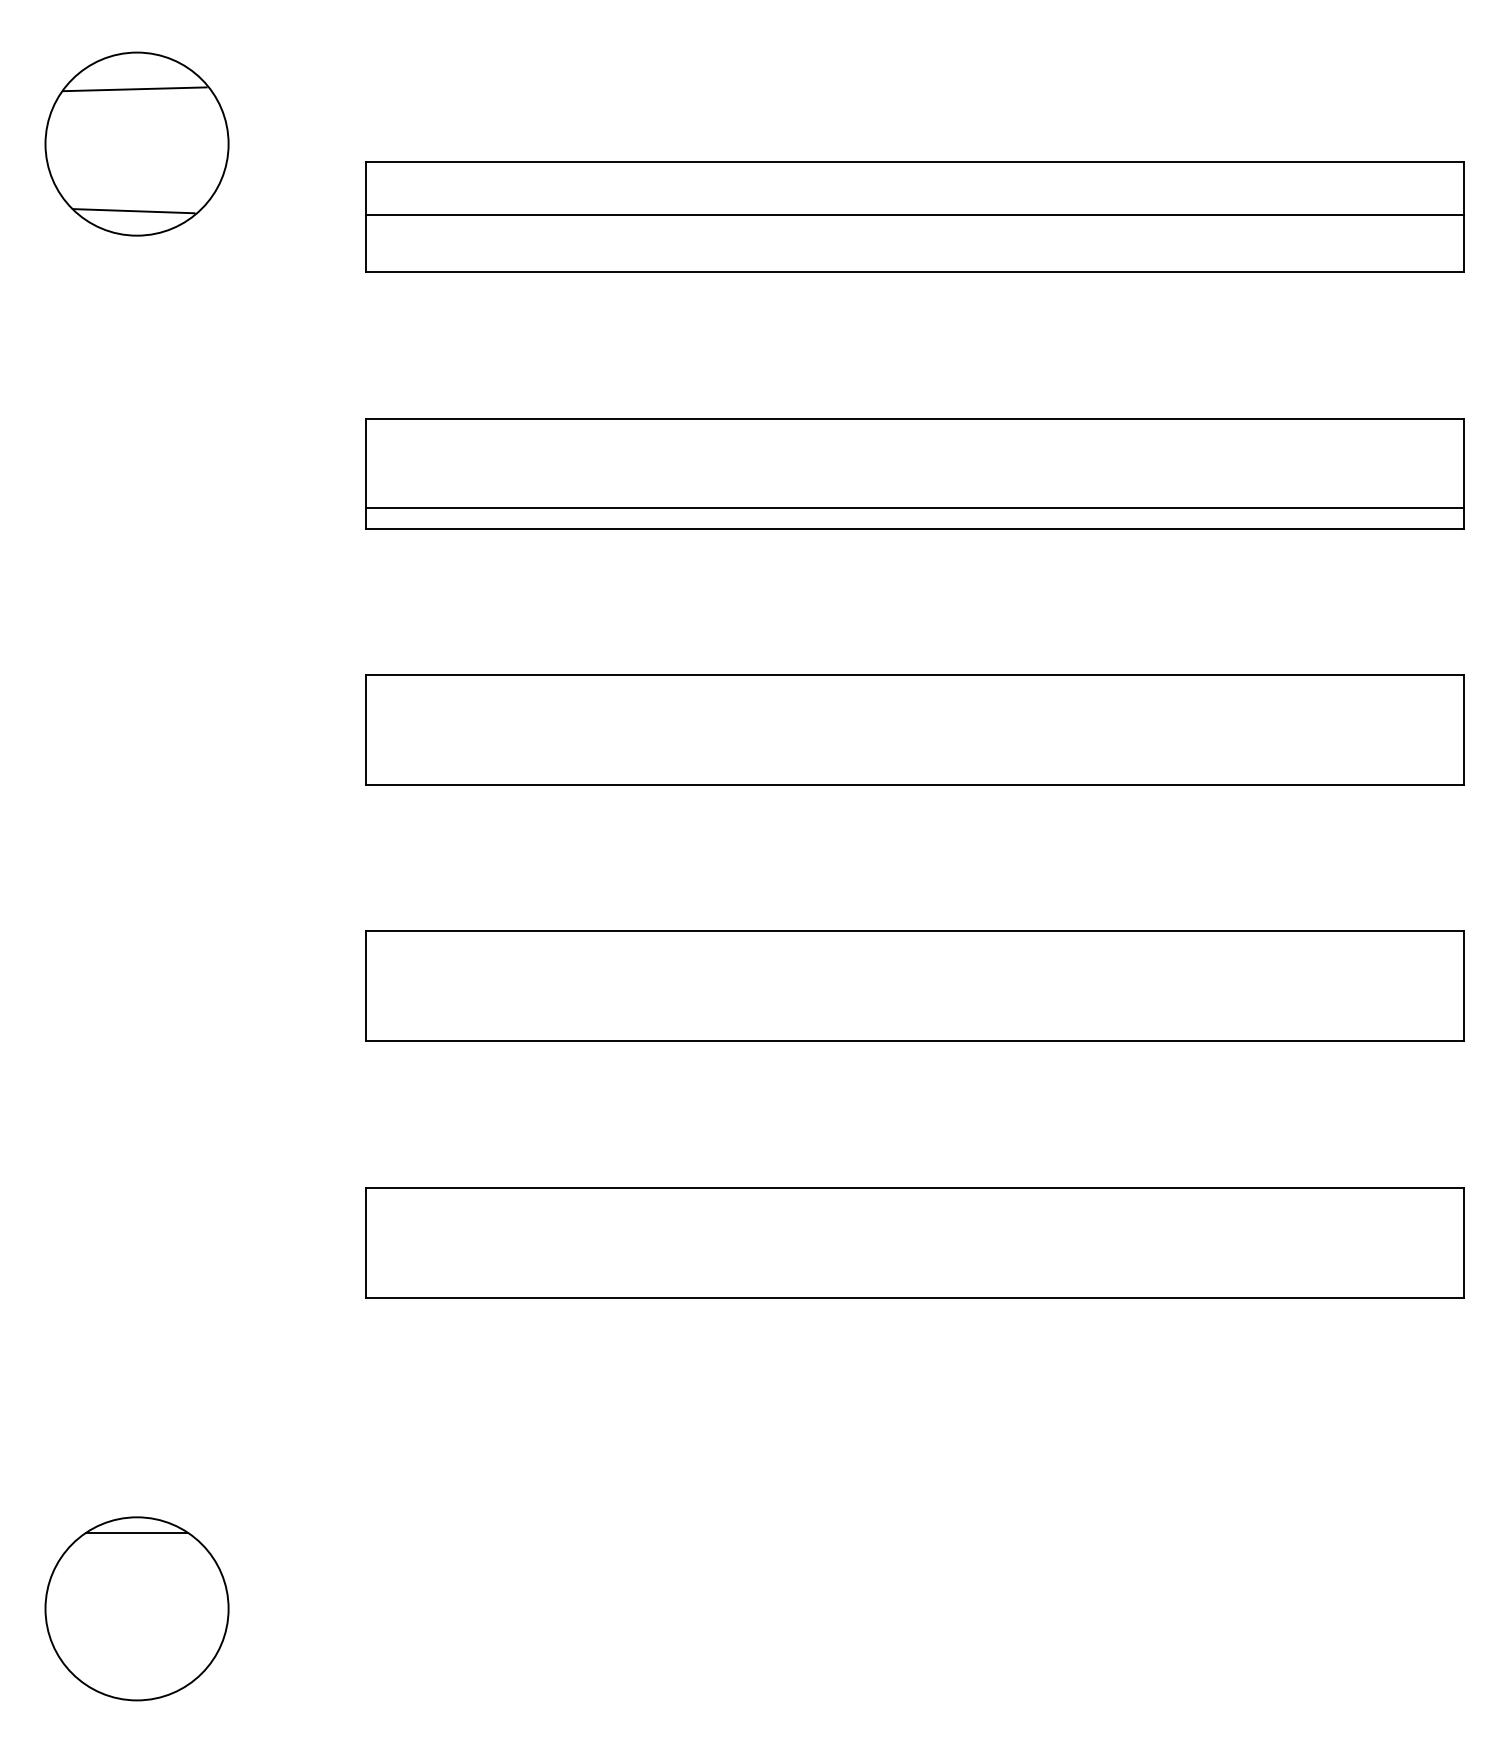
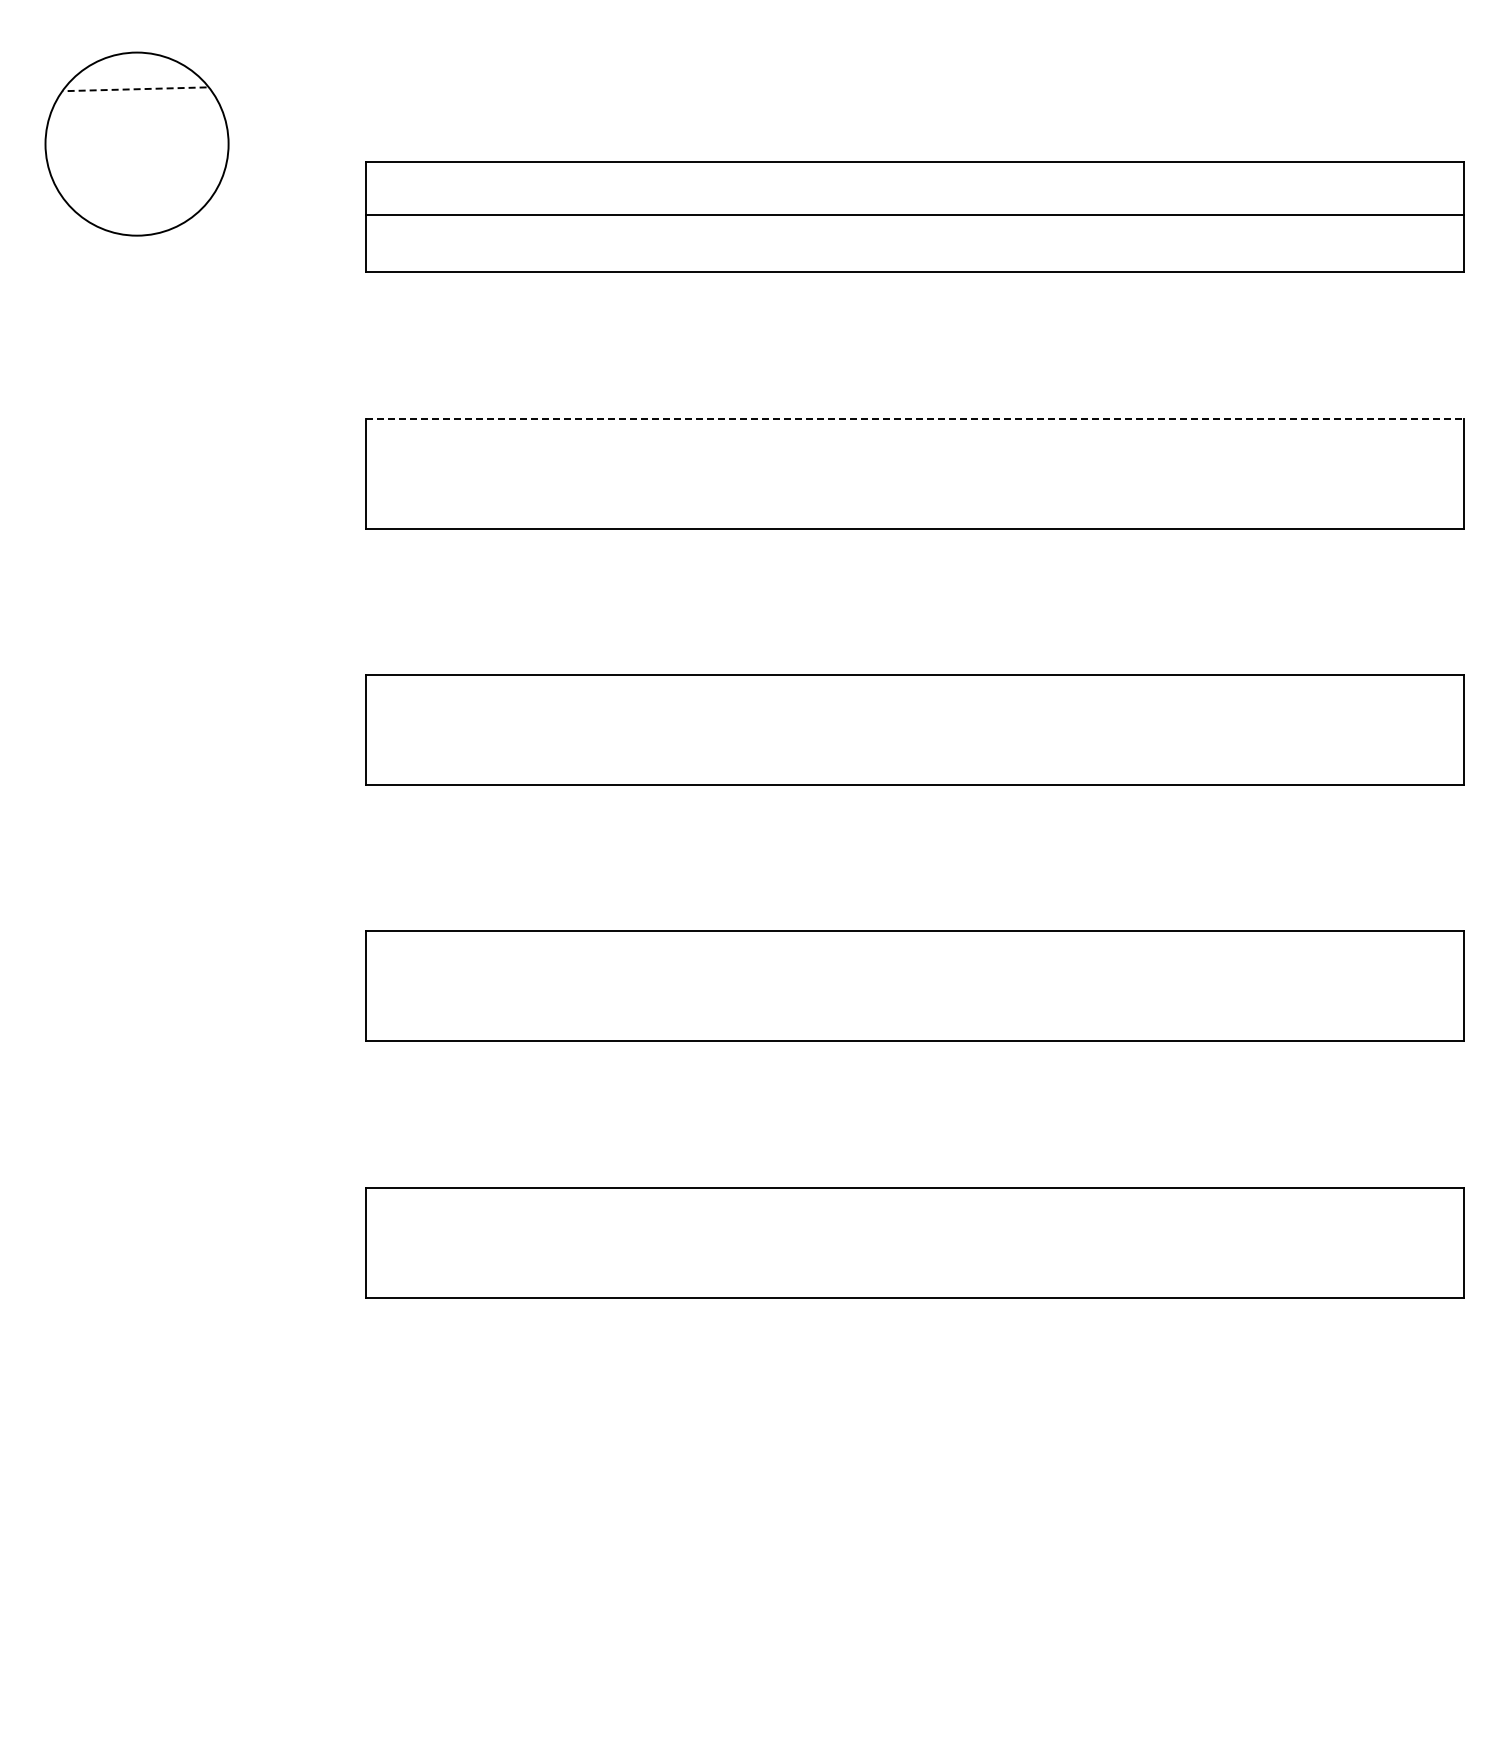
line at (134, 89): solid -> dashed
line at (133, 211): present -> none
line at (915, 418): solid -> dashed
line at (914, 507): present -> none
part at (136, 1608): present -> none
